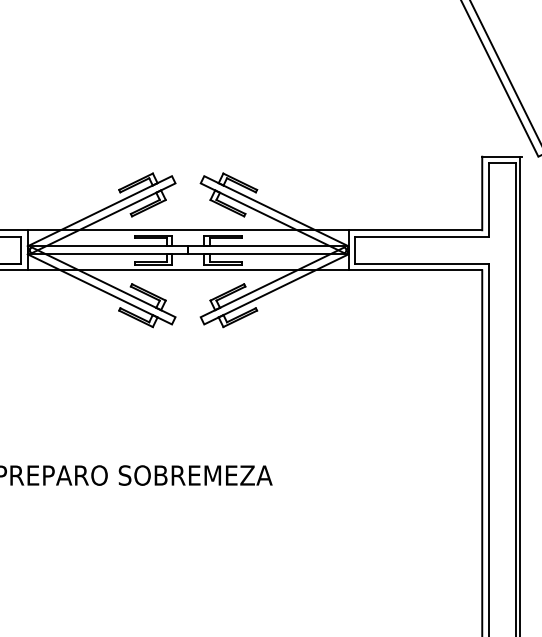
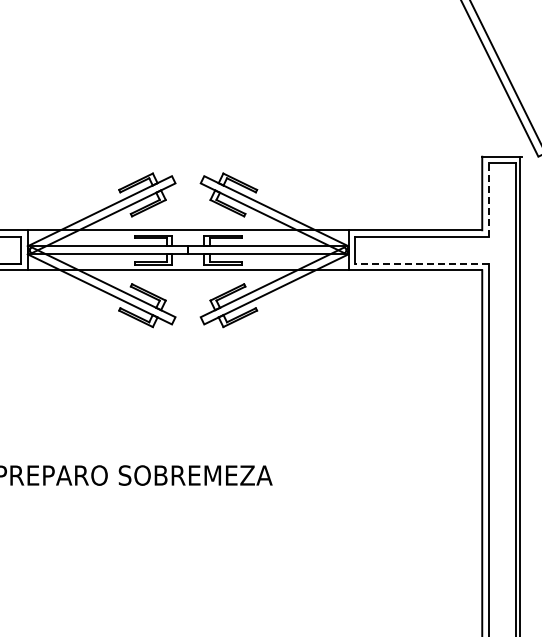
line at (488, 200): solid -> dashed
line at (422, 263): solid -> dashed
